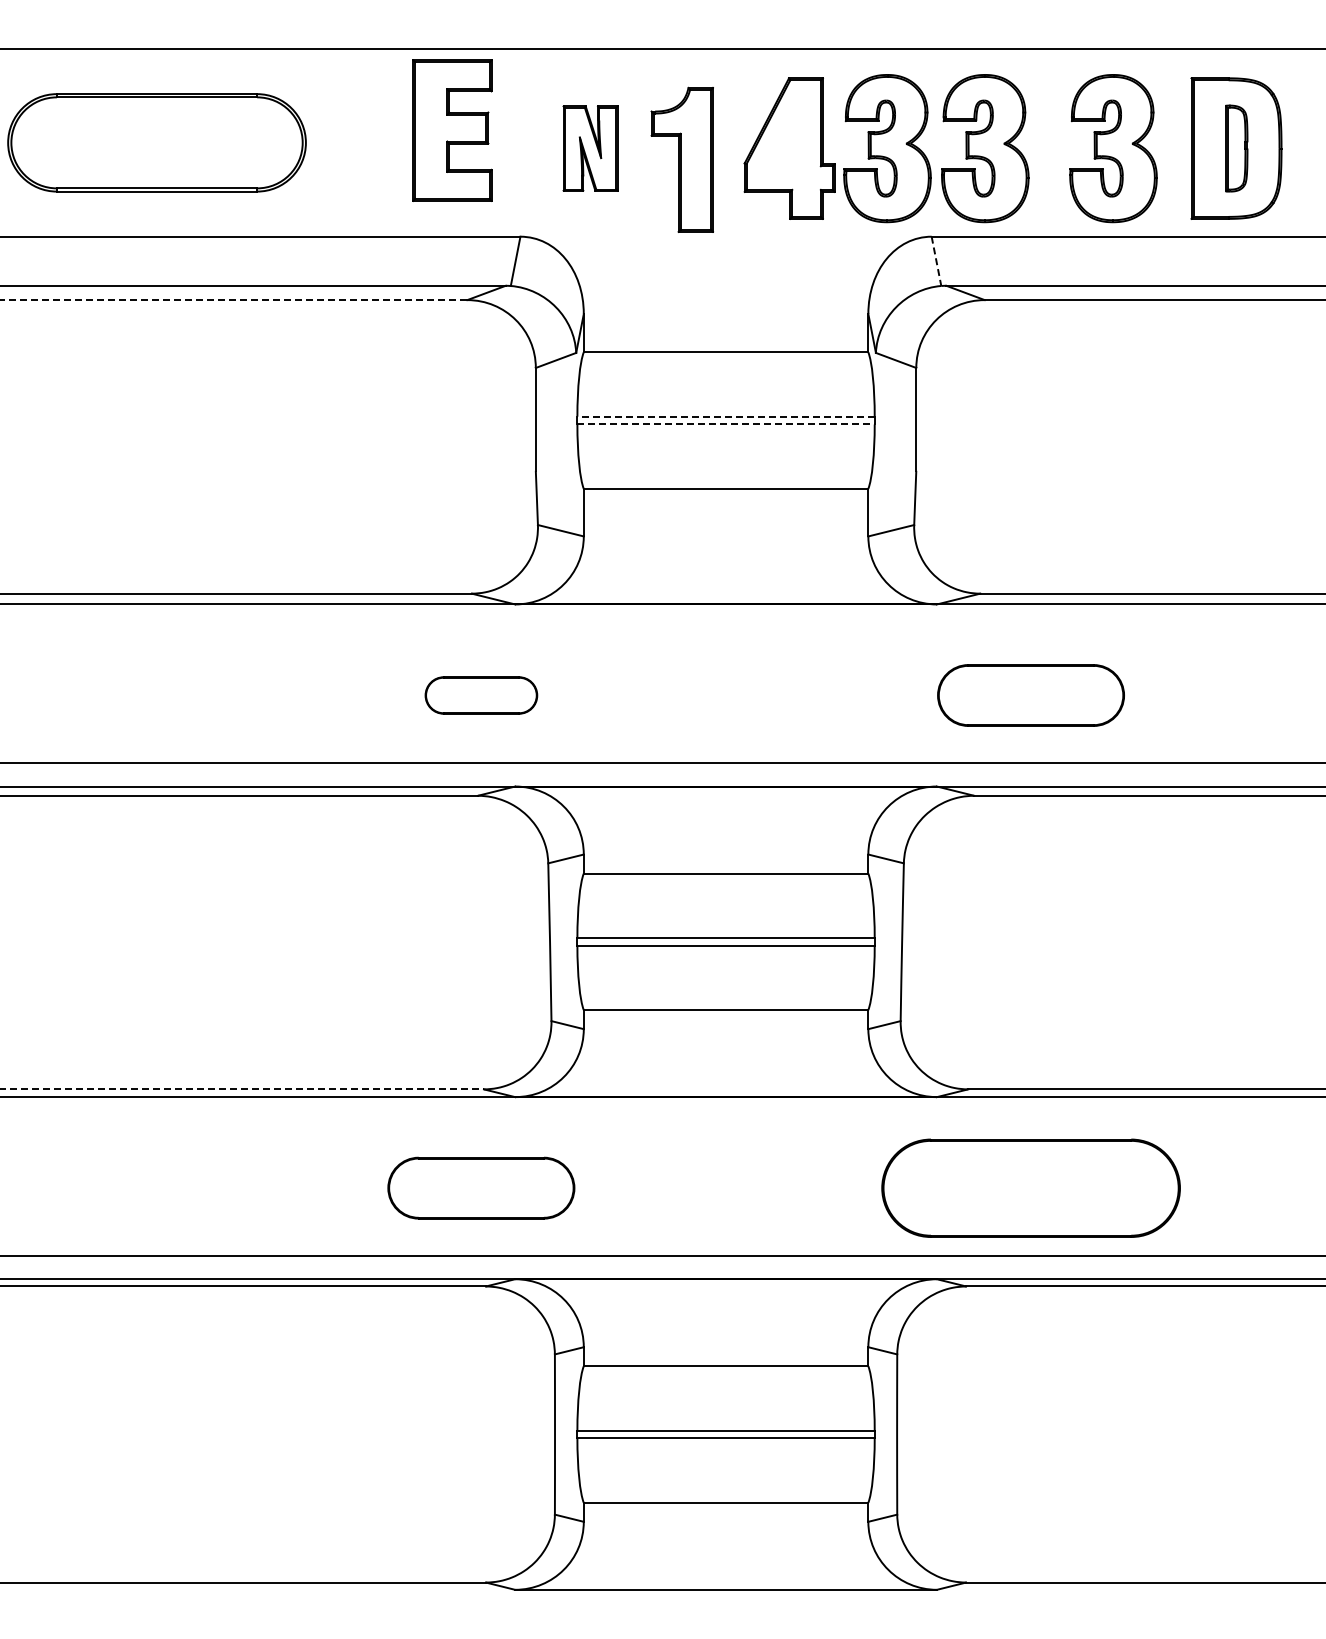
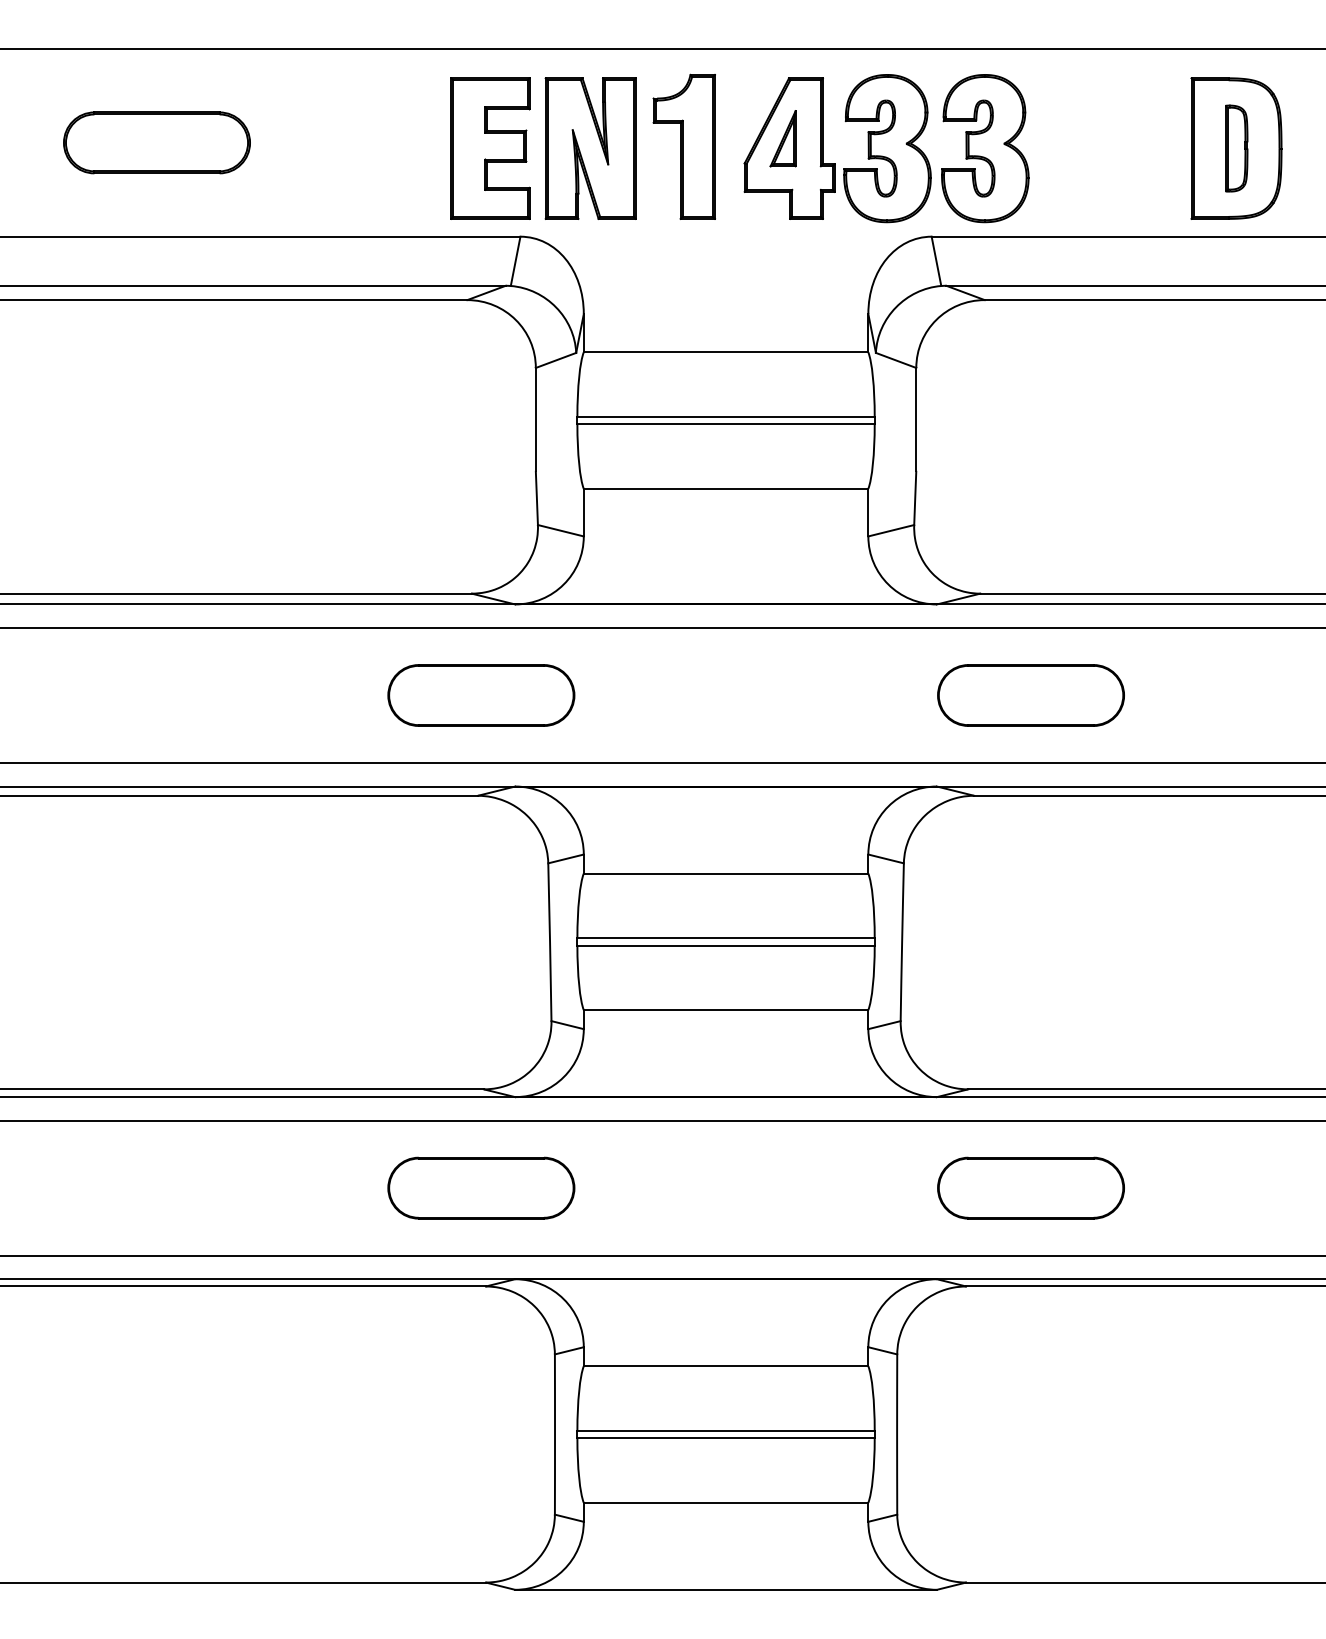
part at (452, 130) position: (452, 130) -> (490, 148)
part at (782, 138): none -> present
part at (156, 142) size: 300x100 px -> 188x64 px
part at (590, 148) size: 57x87 px -> 93x143 px
part at (1113, 148): present -> none
part at (681, 159) position: (681, 159) -> (683, 146)
line at (936, 261): dashed -> solid
line at (233, 300): dashed -> solid
line at (726, 416): dashed -> solid
line at (726, 424): dashed -> solid
line at (662, 628): none -> present
part at (481, 695) size: 115x39 px -> 189x63 px
line at (242, 1089): dashed -> solid
line at (662, 1120): none -> present
part at (1030, 1187) size: 300x100 px -> 188x64 px
